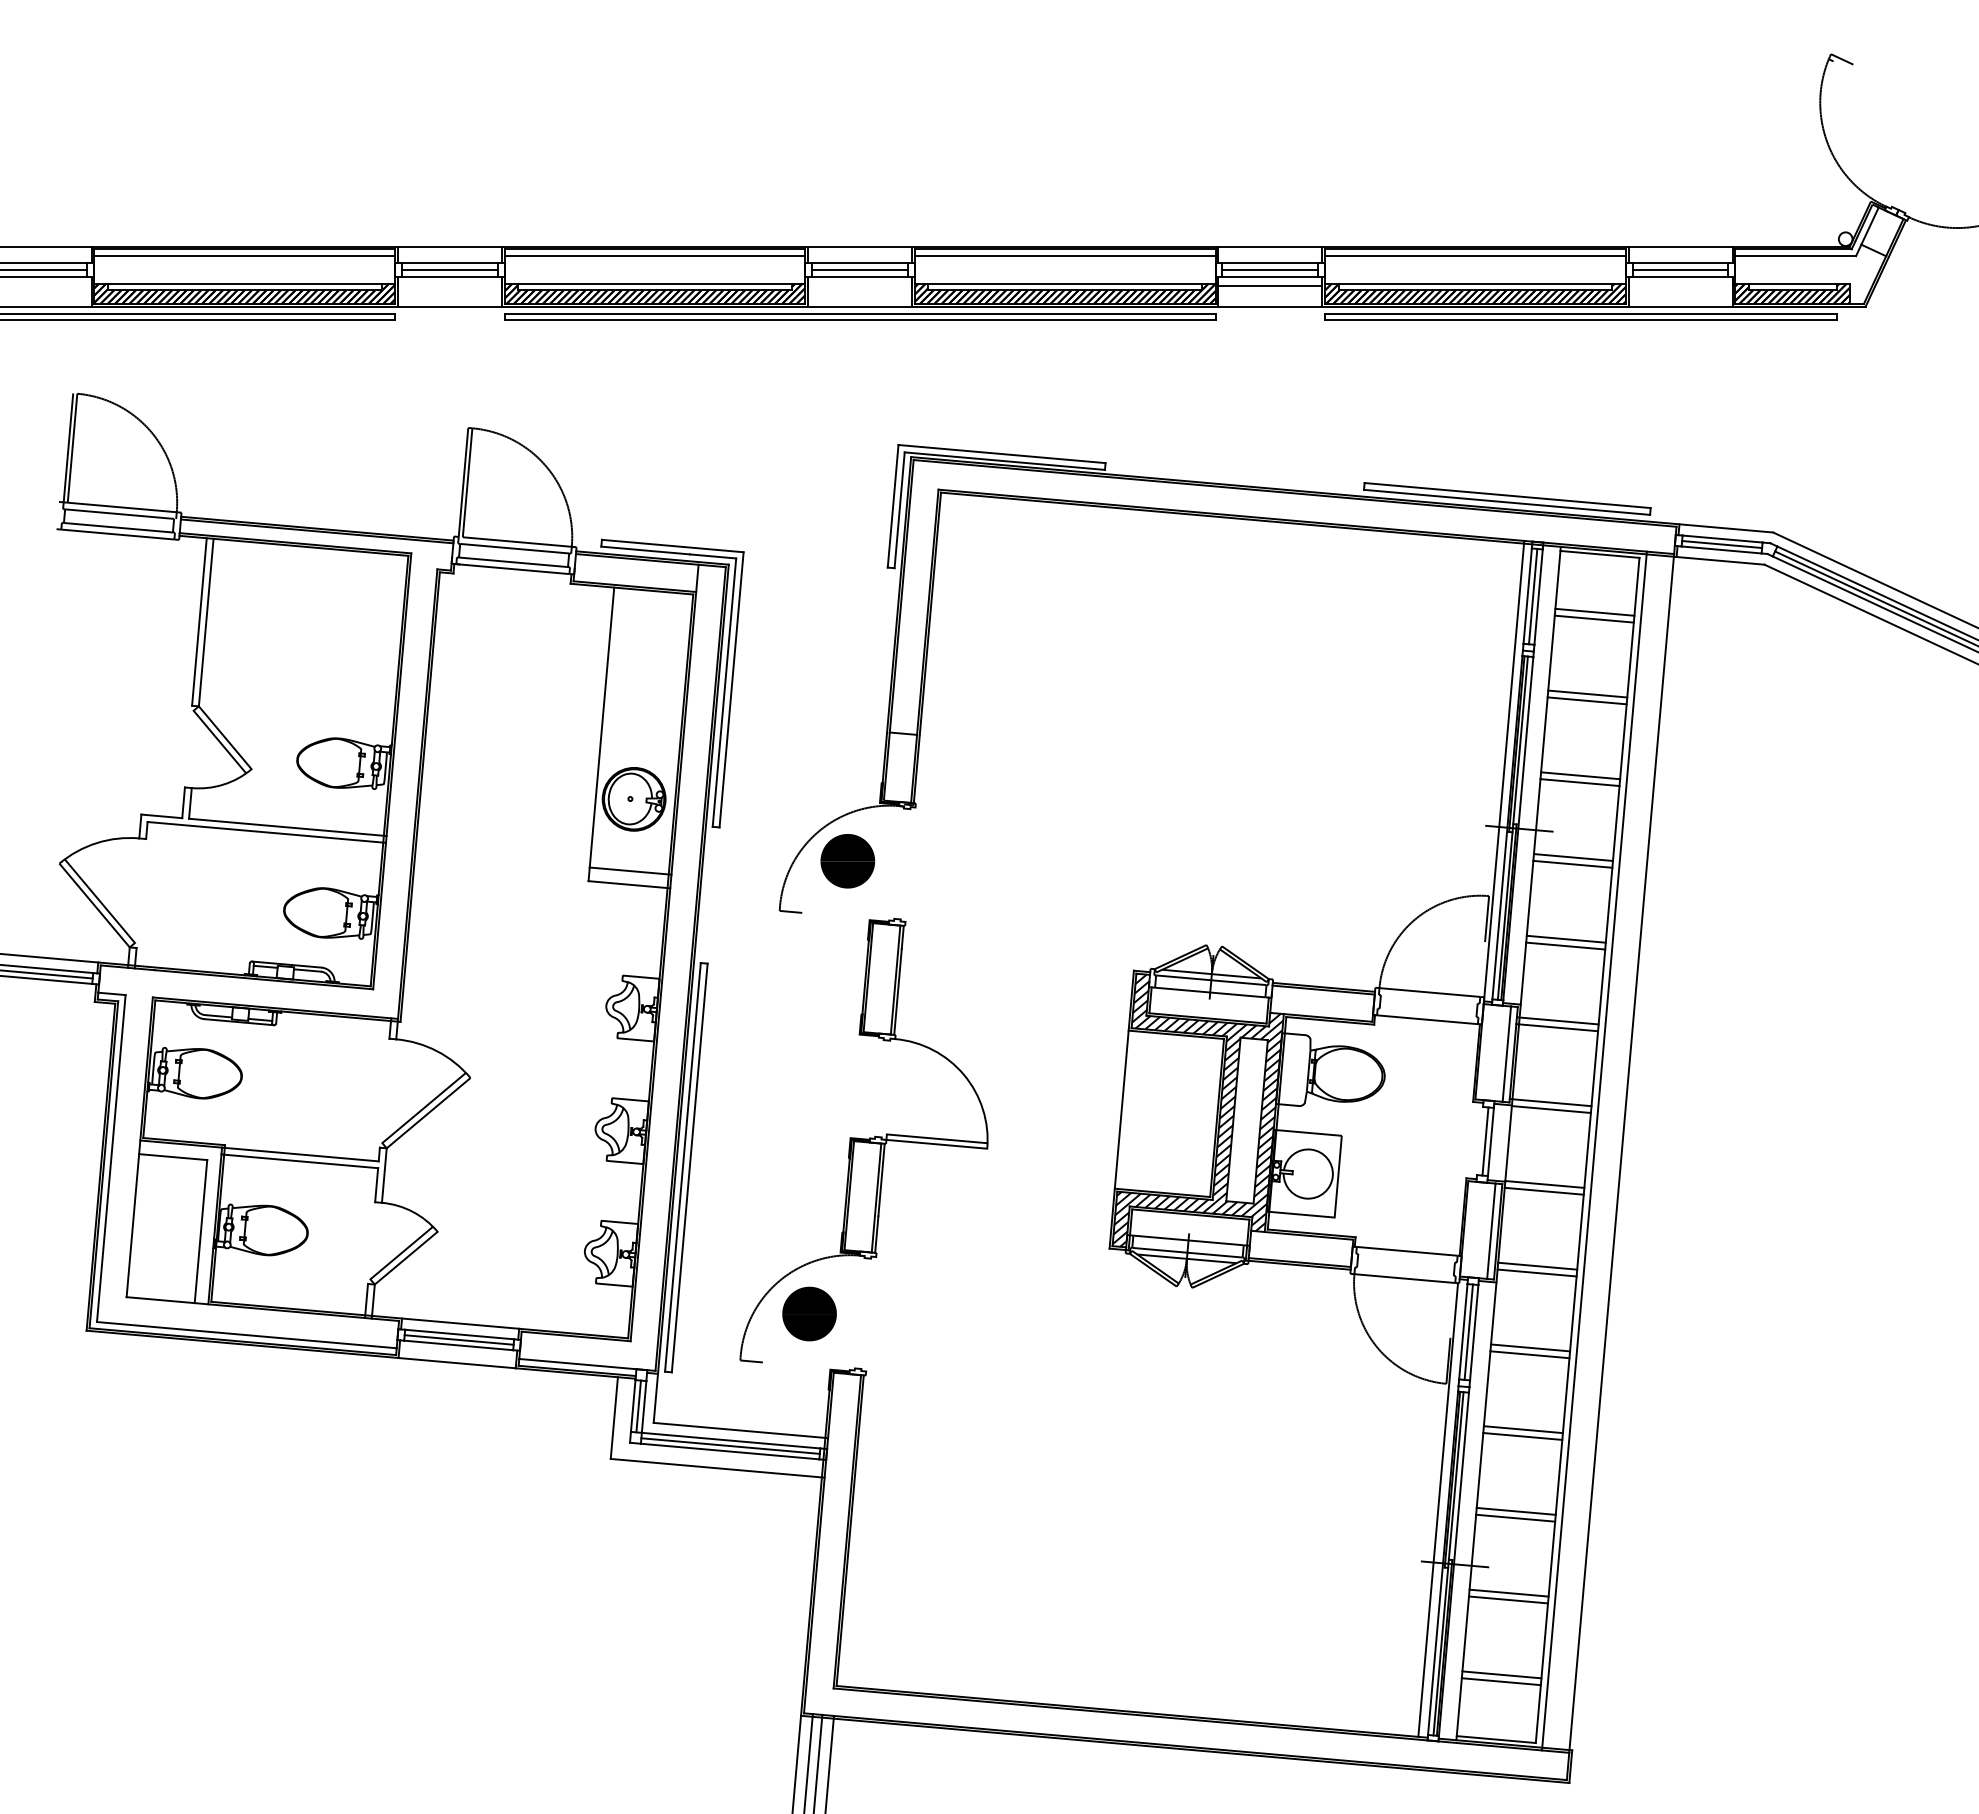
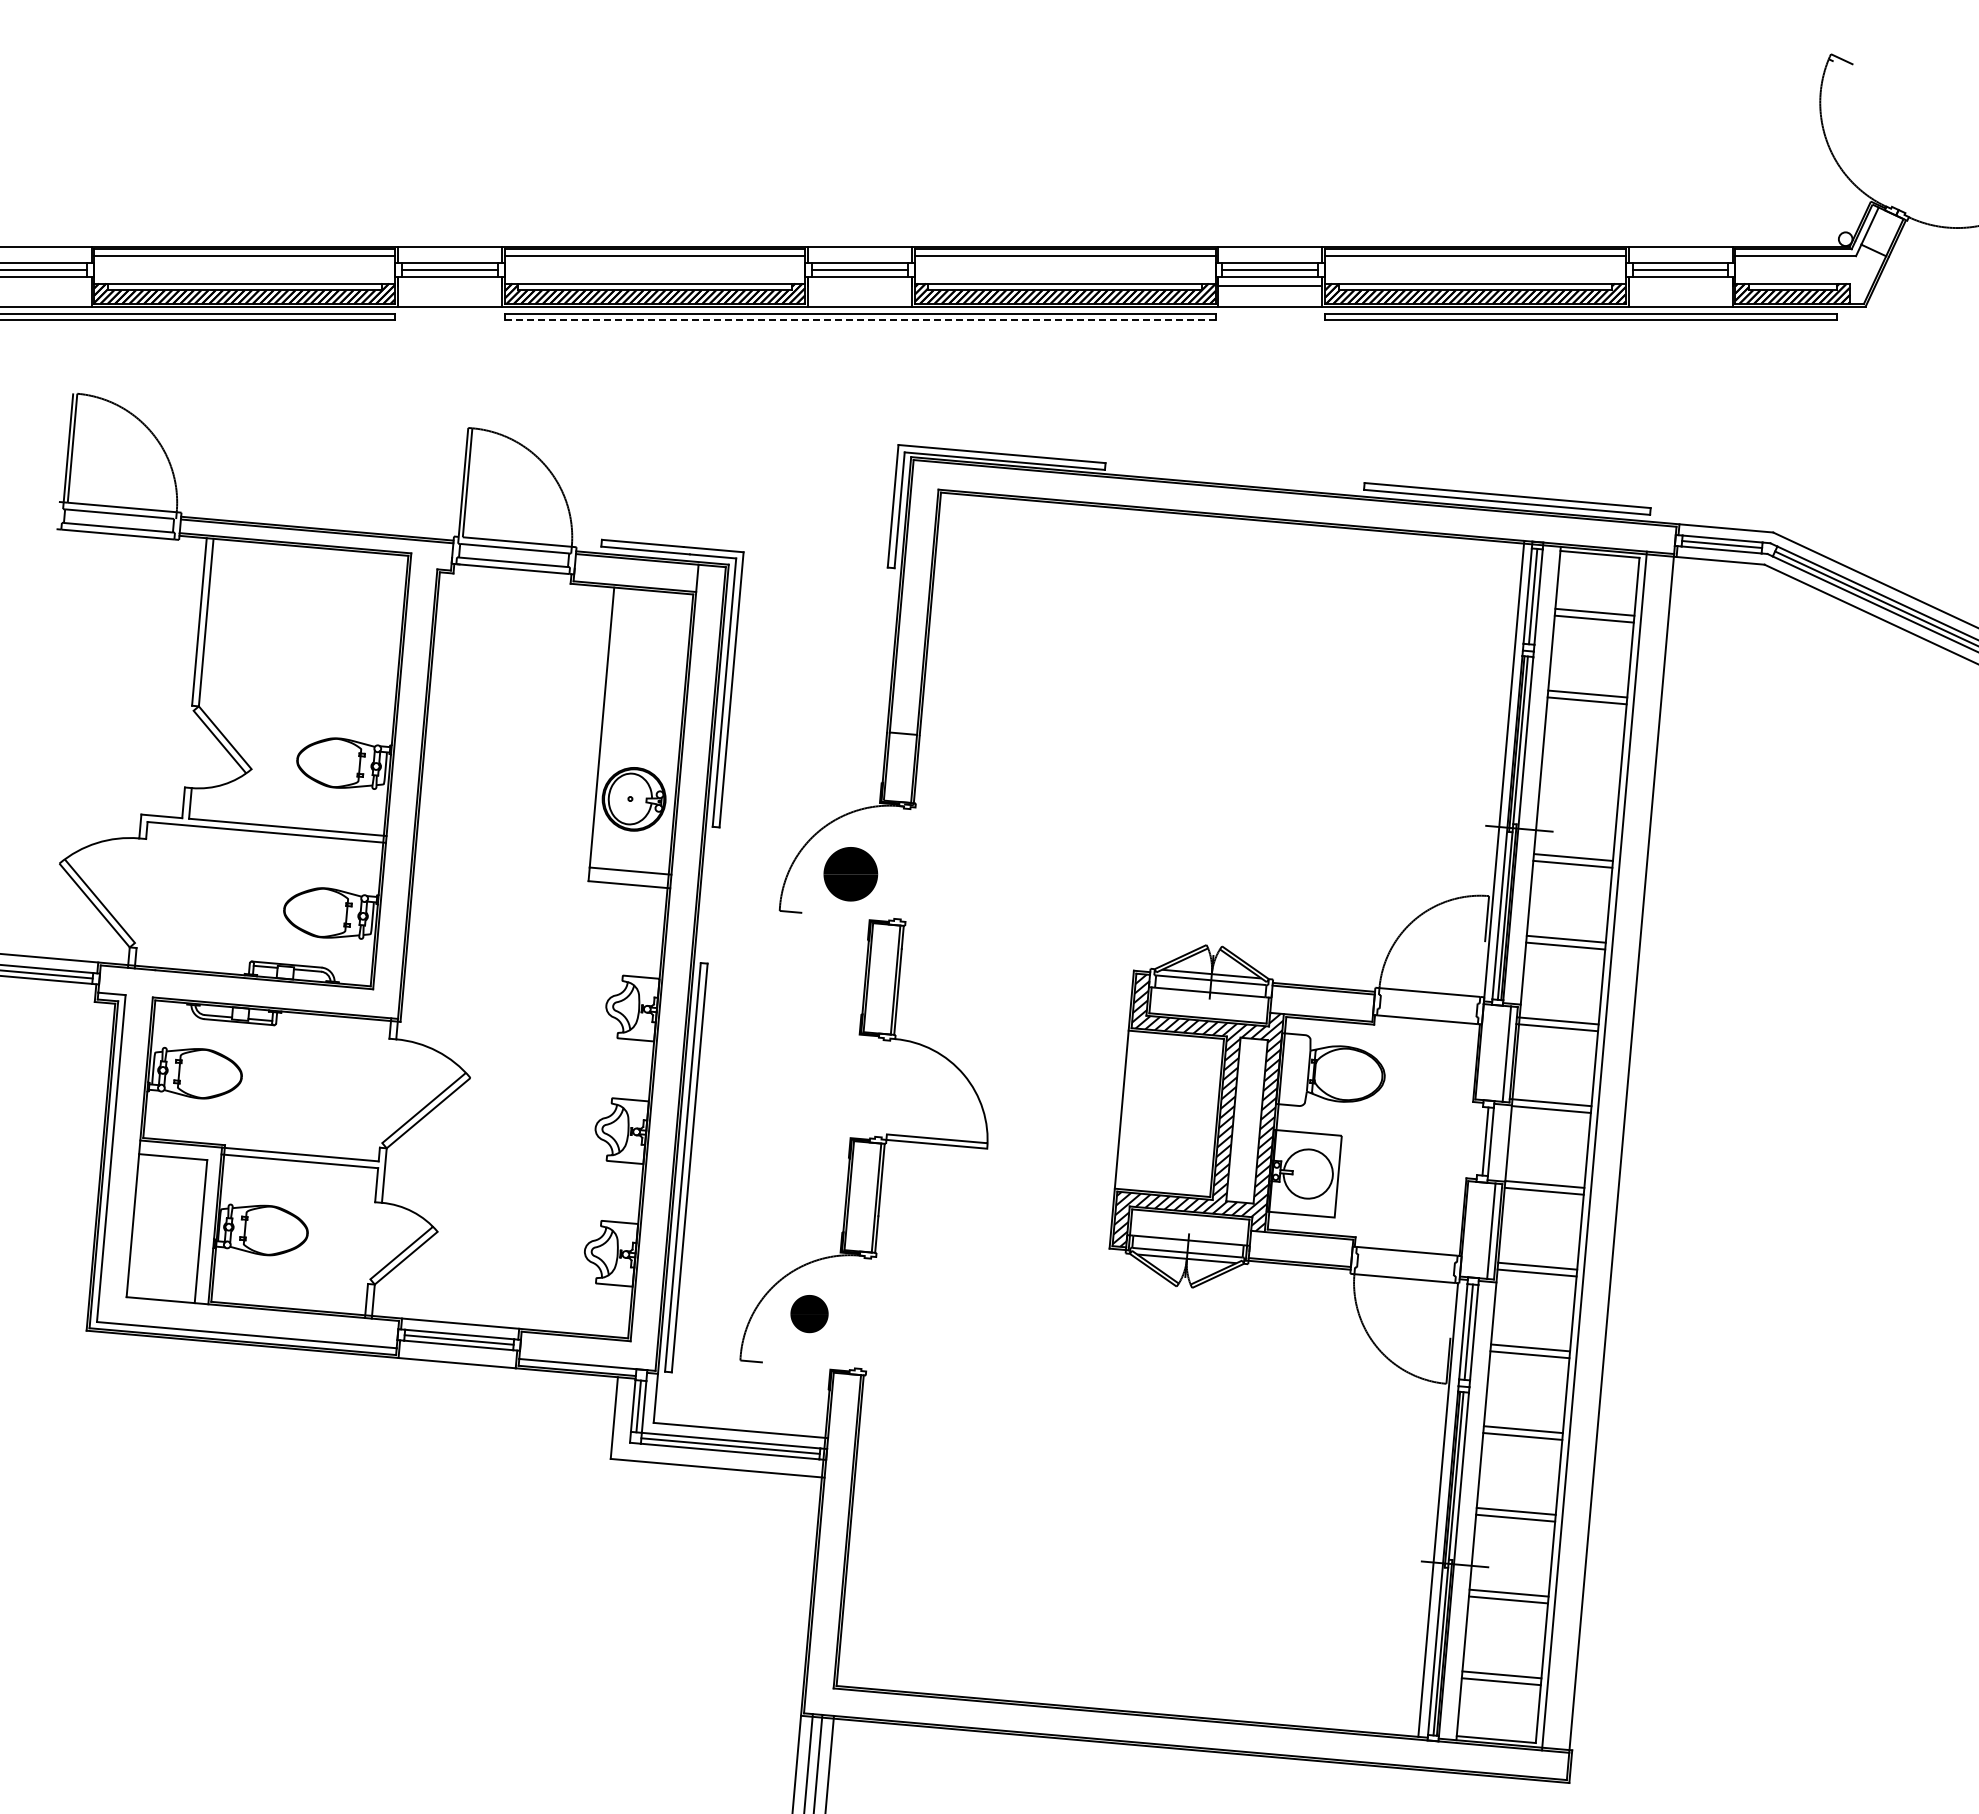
line at (860, 320): solid -> dashed
line at (1580, 775): present -> none
line at (1579, 782): present -> none
part at (847, 861) position: (847, 861) -> (850, 874)
part at (809, 1313) size: 55x56 px -> 39x39 px
